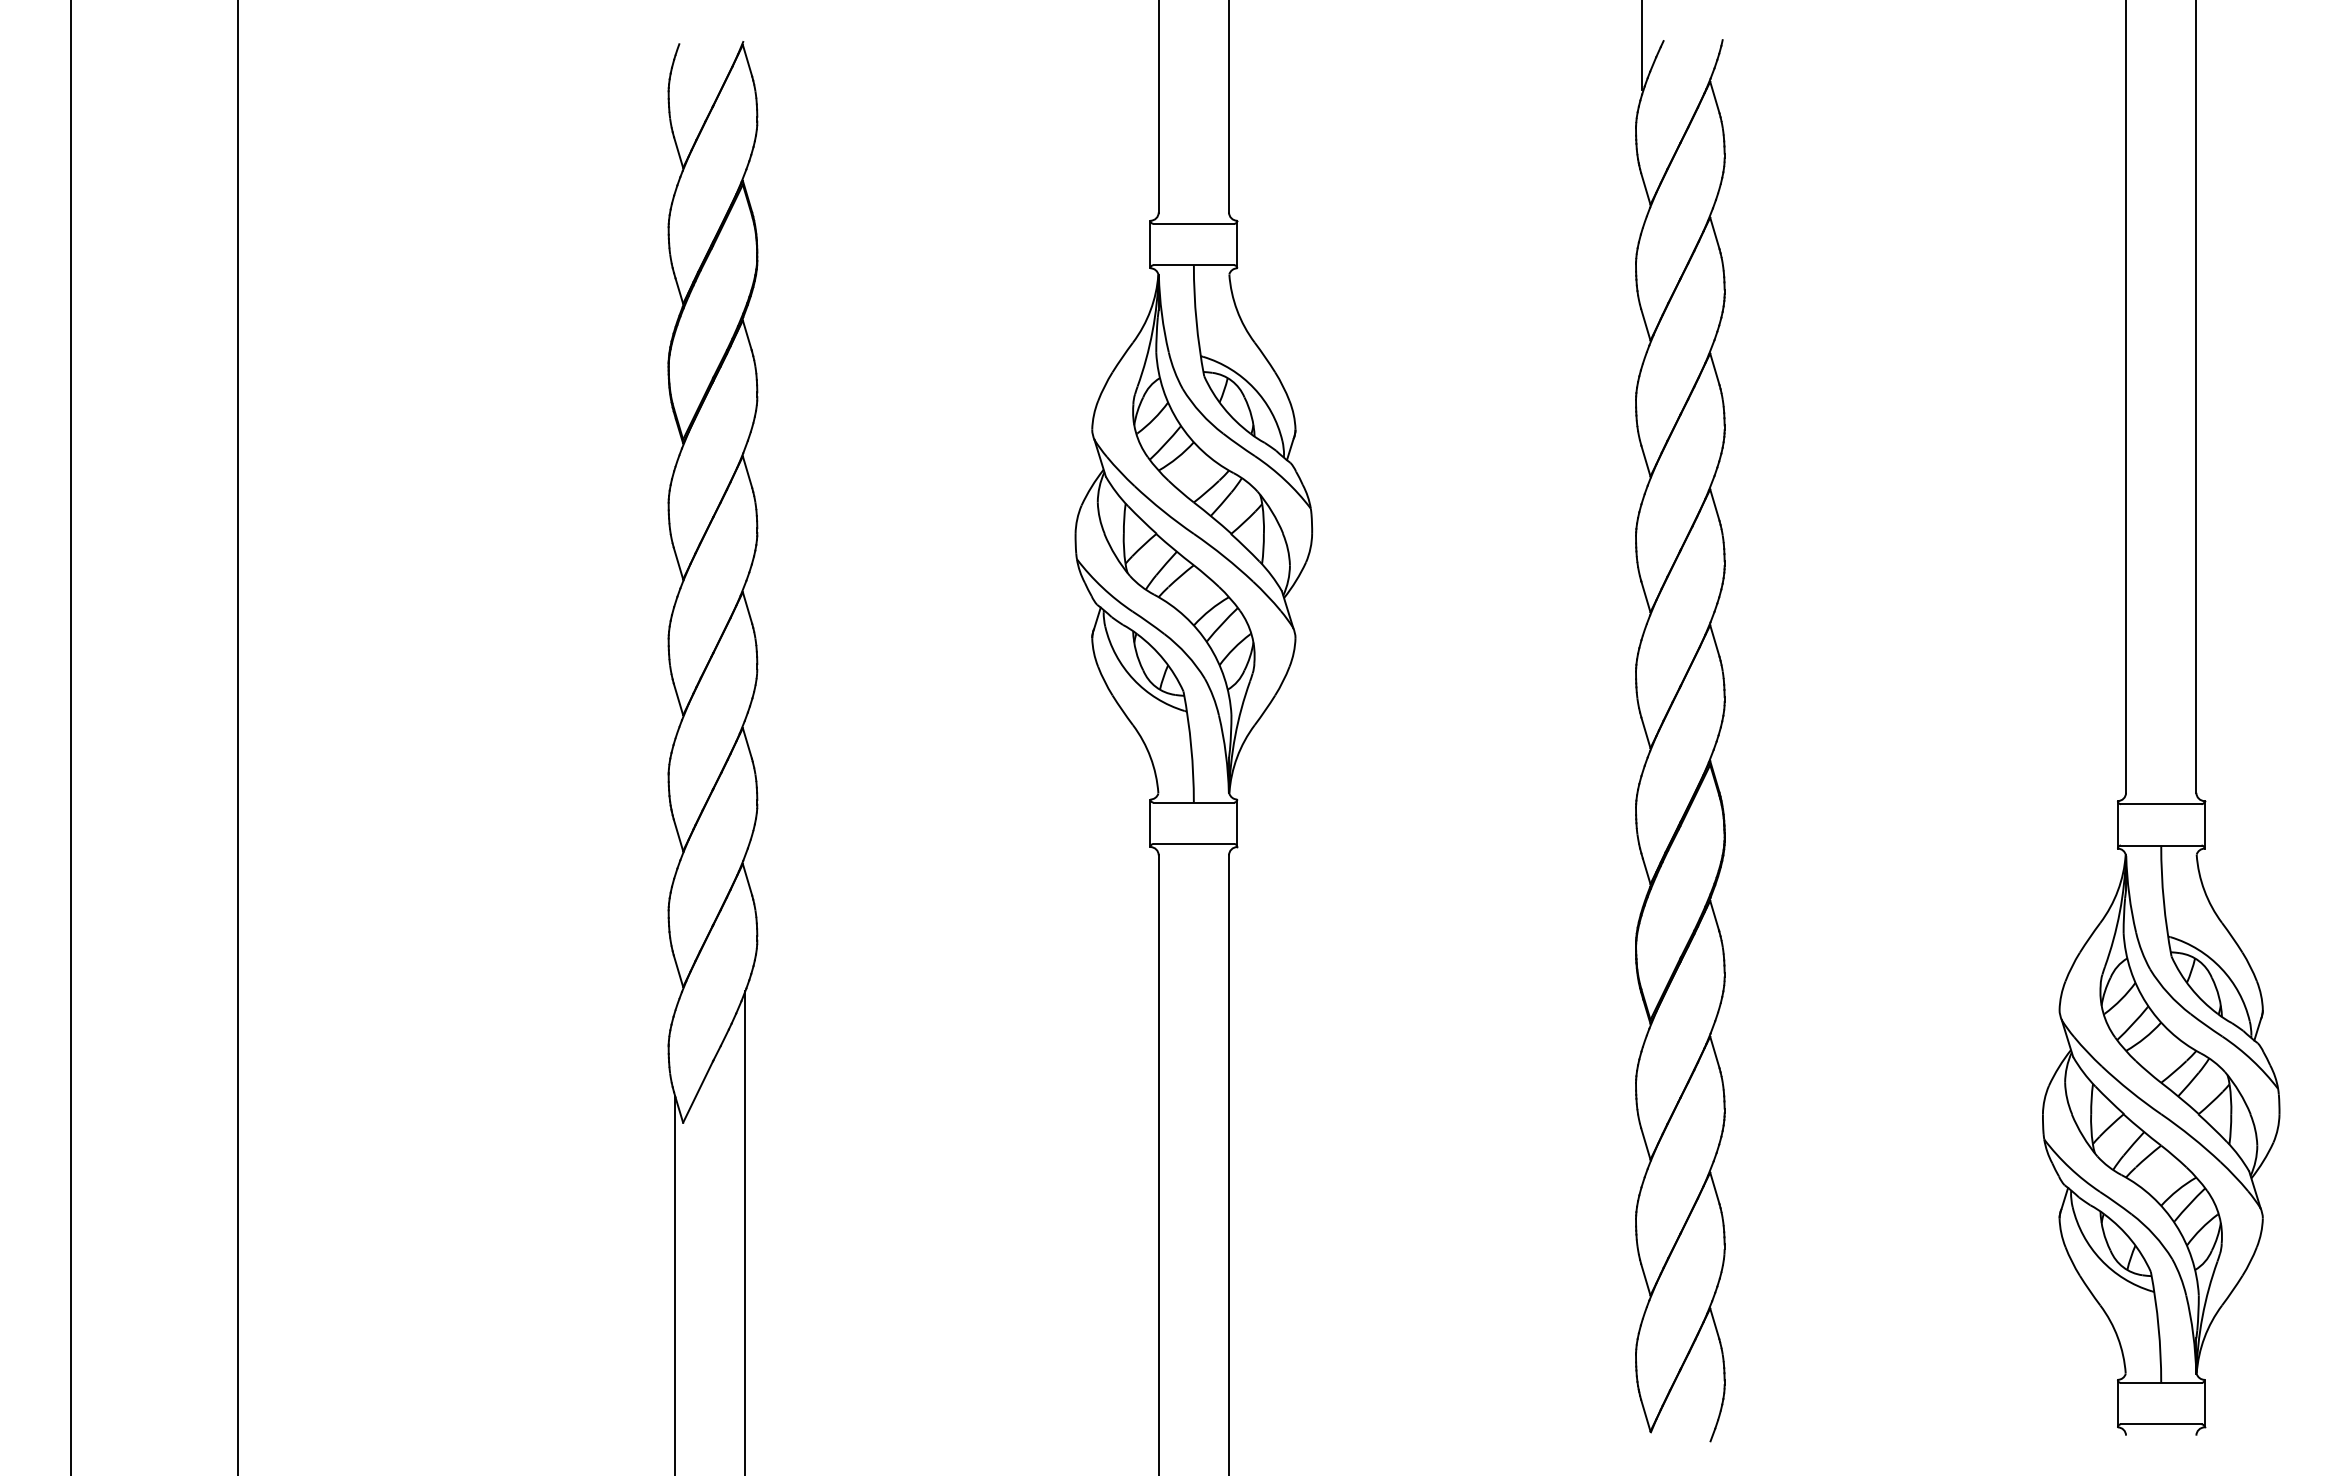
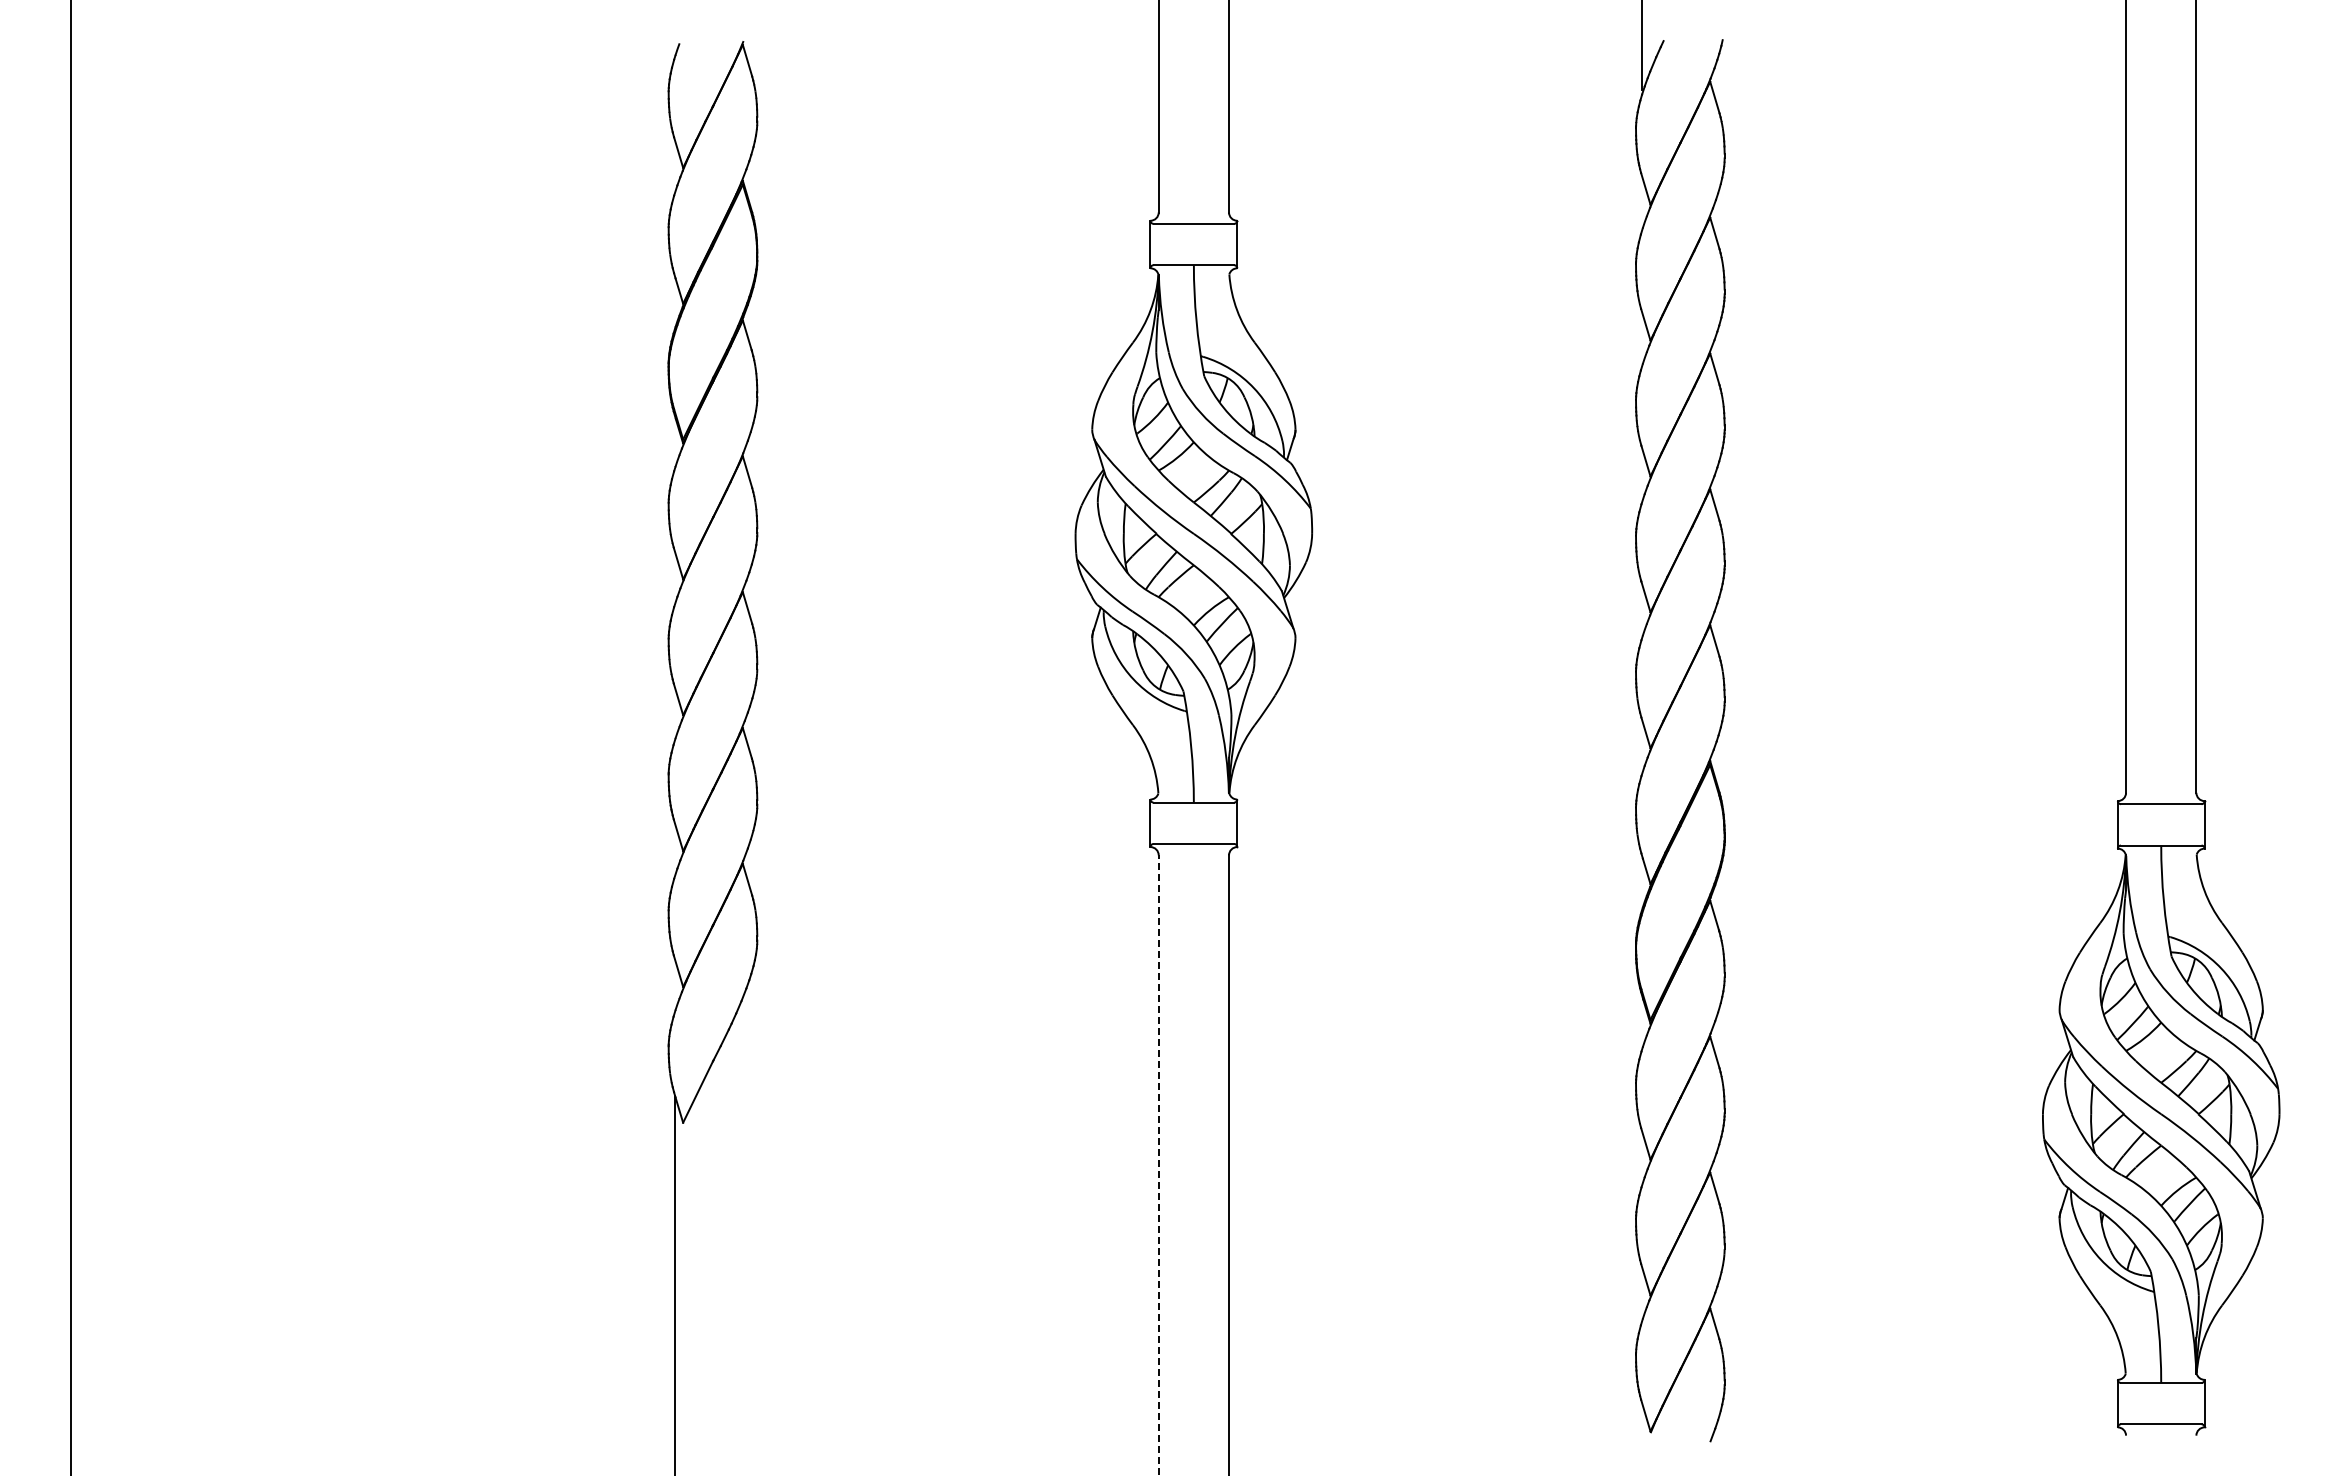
line at (237, 737): present -> none
line at (1158, 1164): solid -> dashed
line at (745, 1231): present -> none
